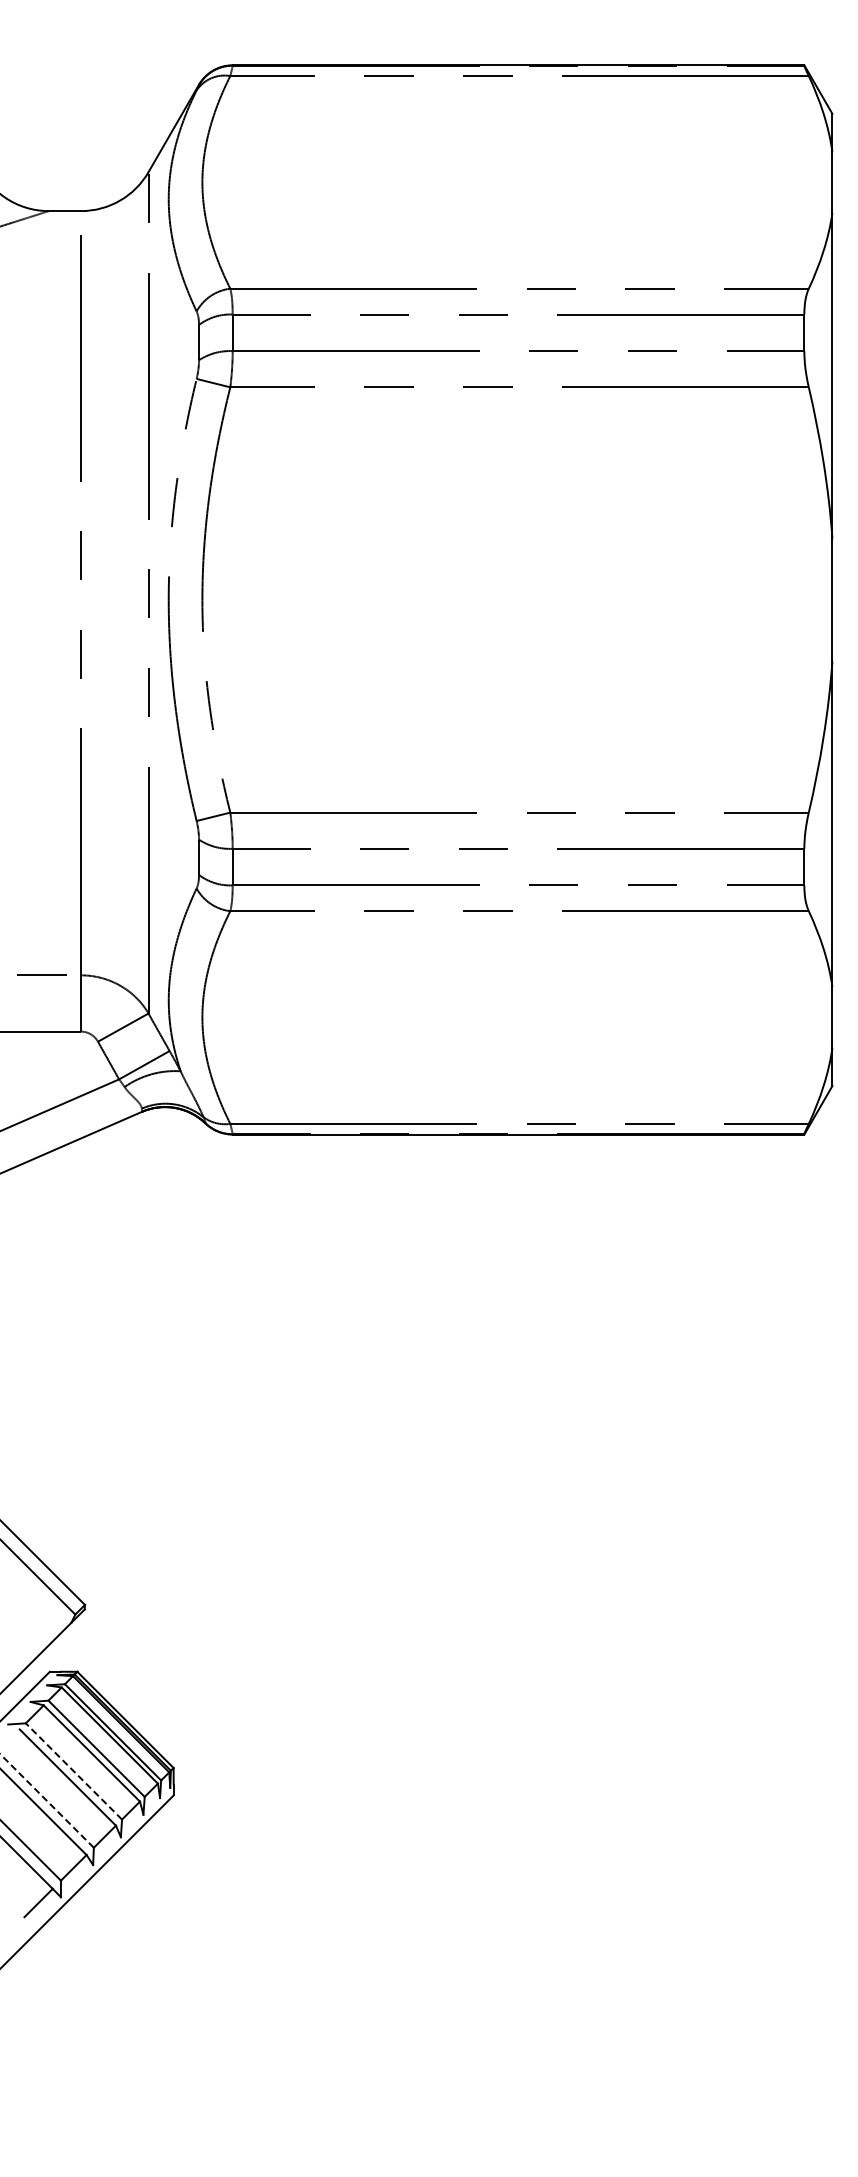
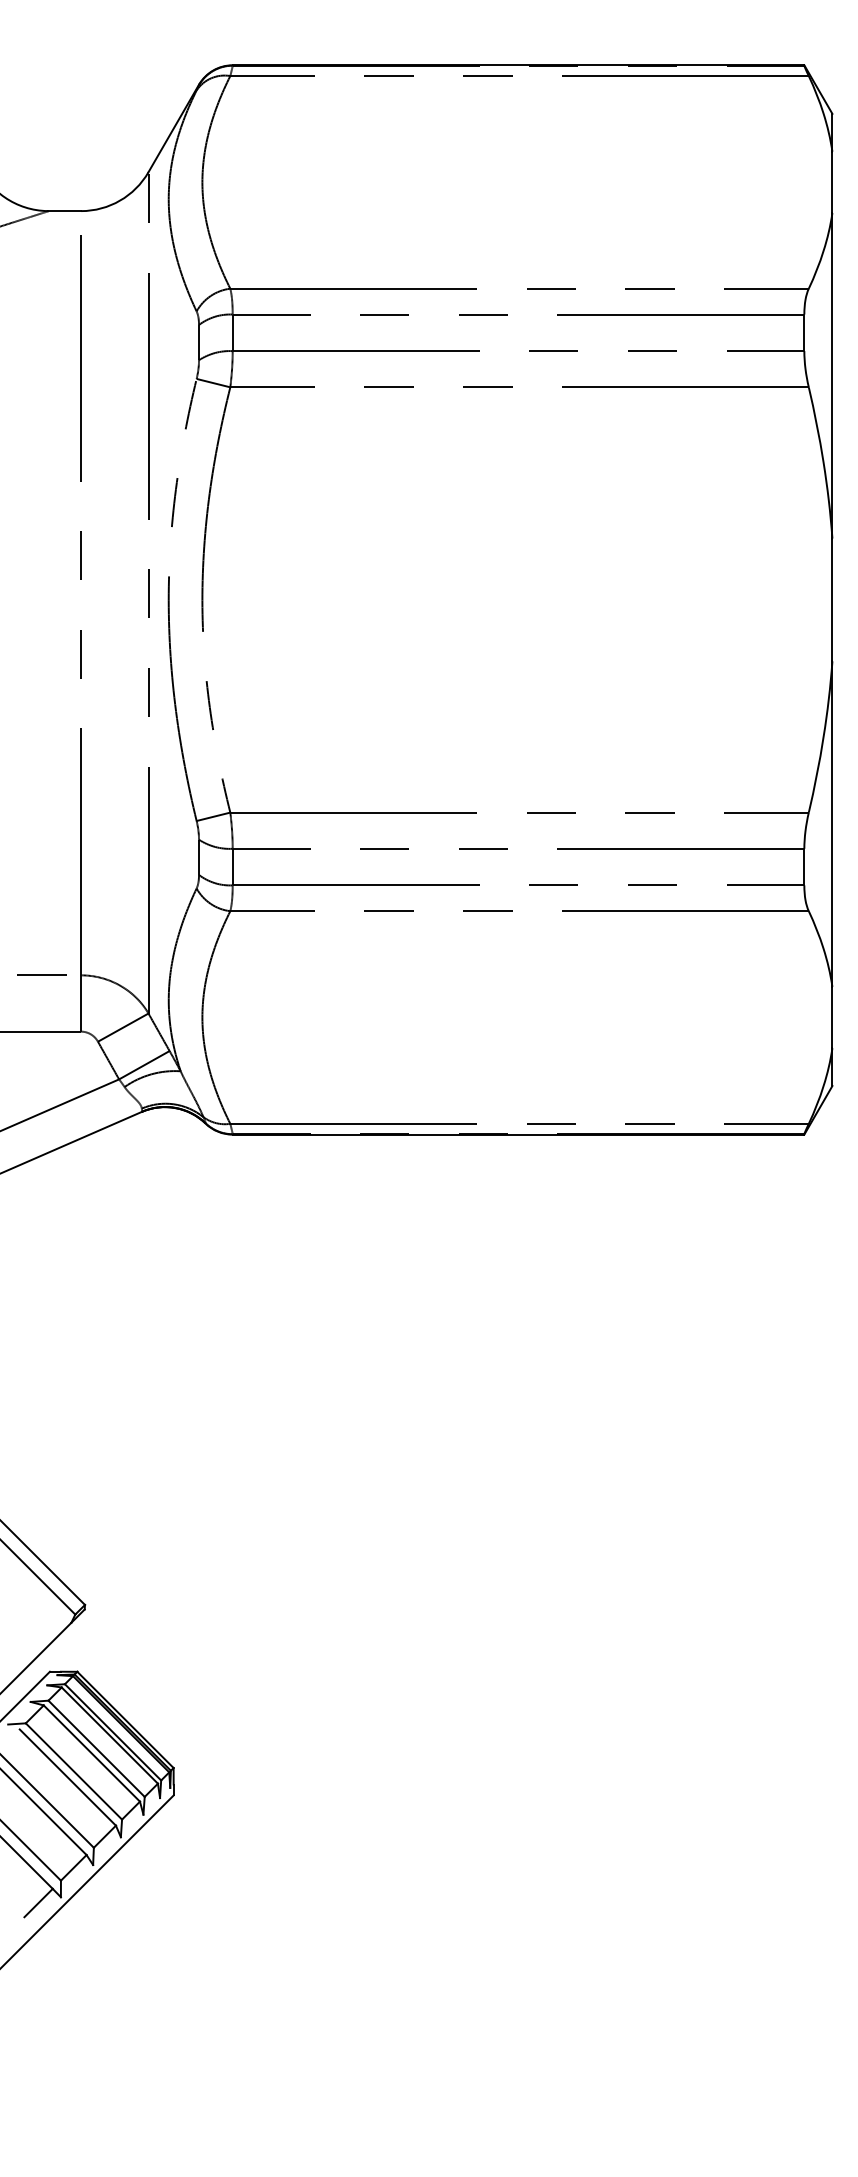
line at (73, 1771): dashed -> solid
line at (46, 1800): dashed -> solid
